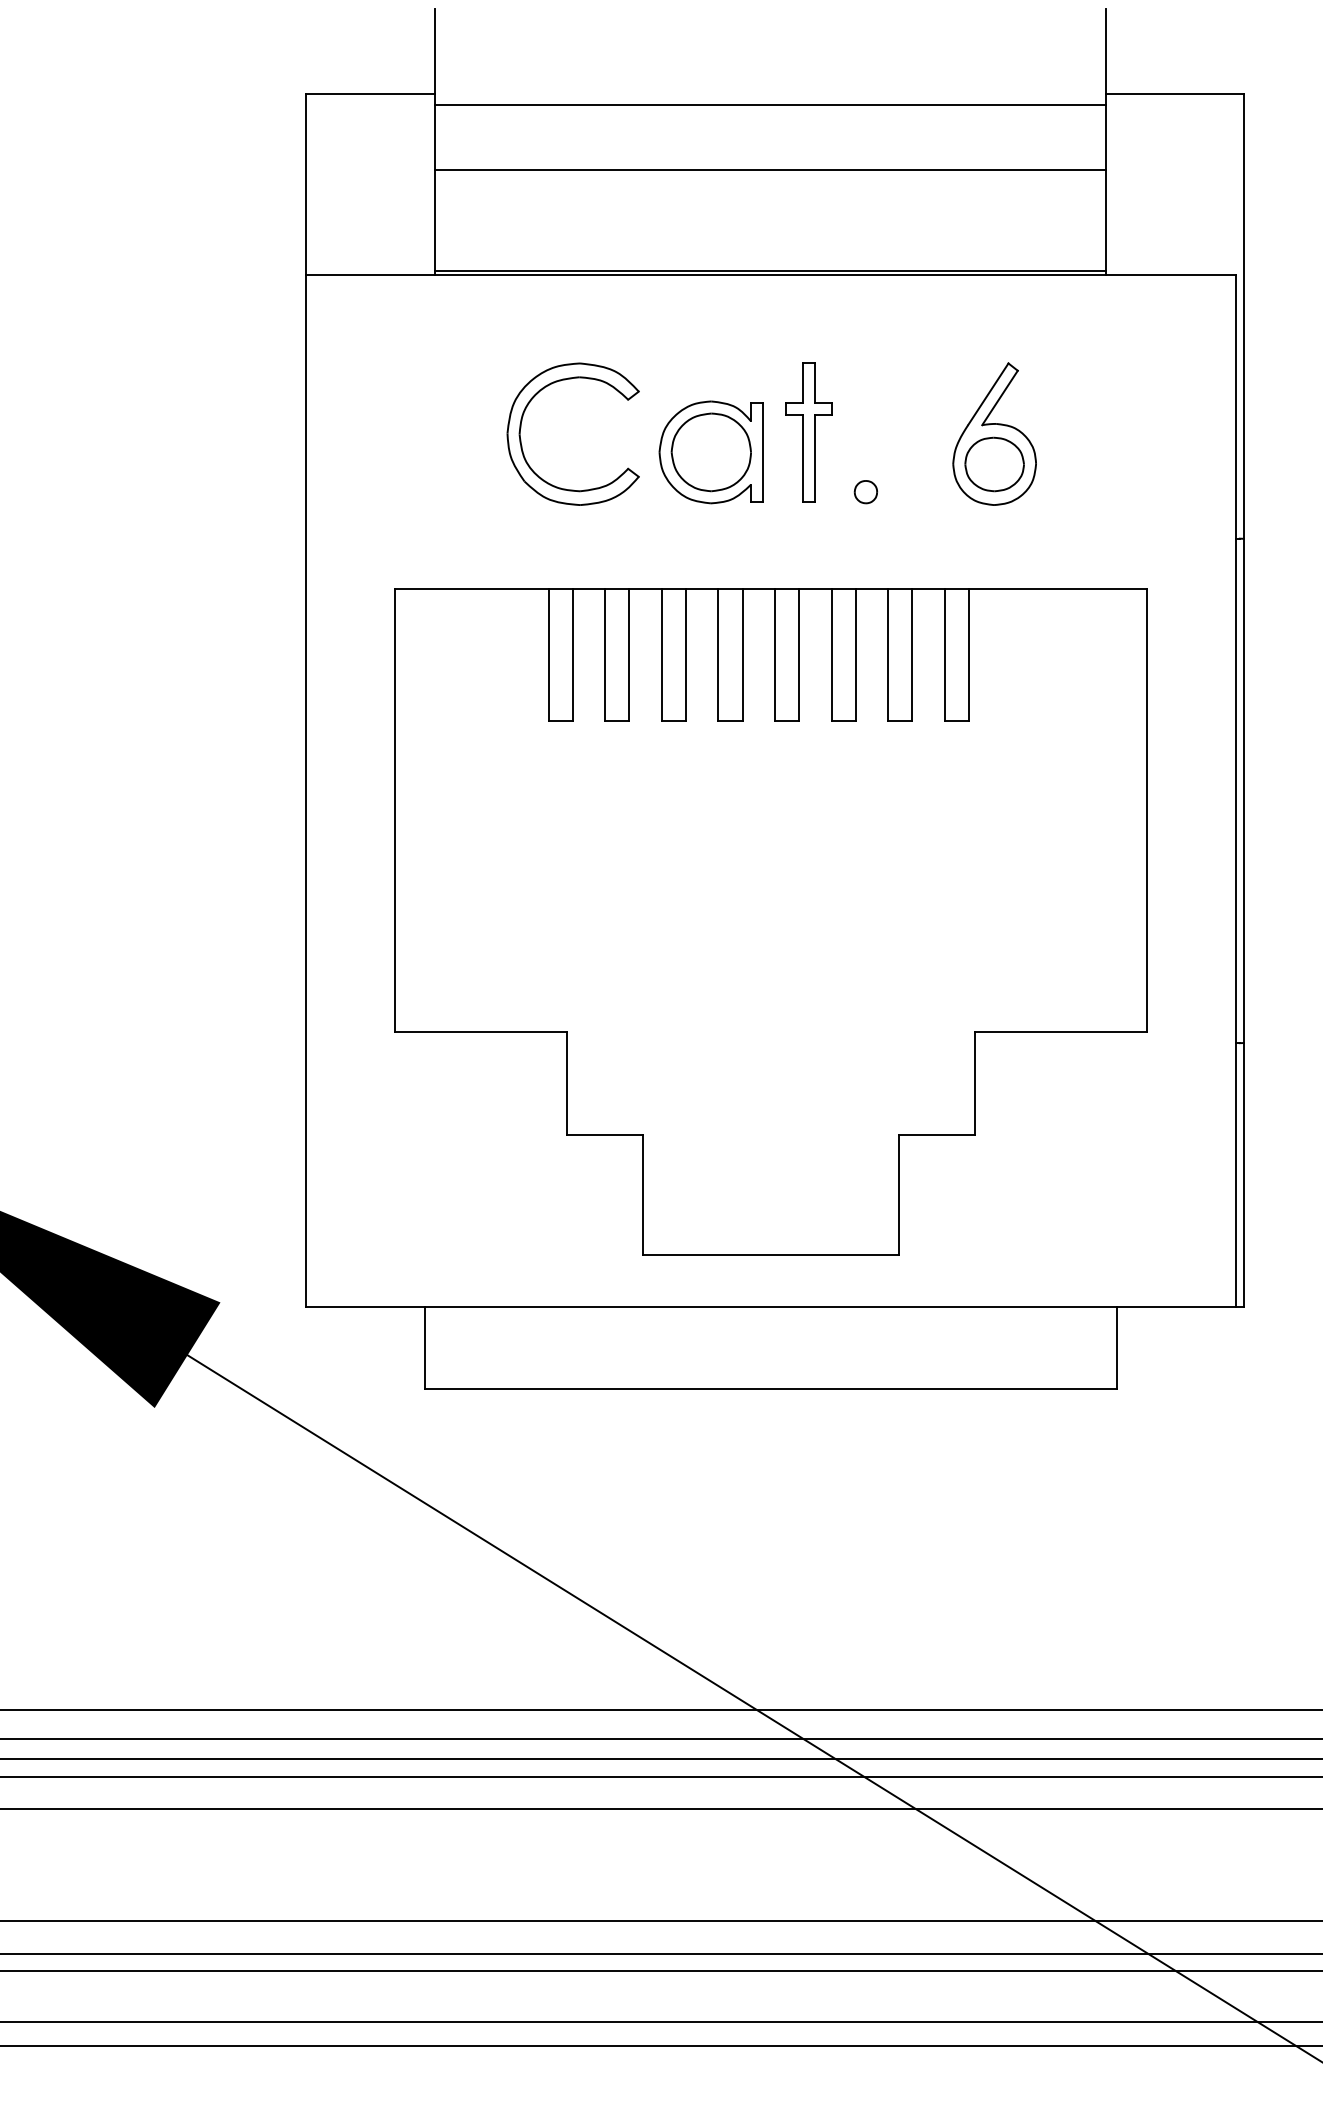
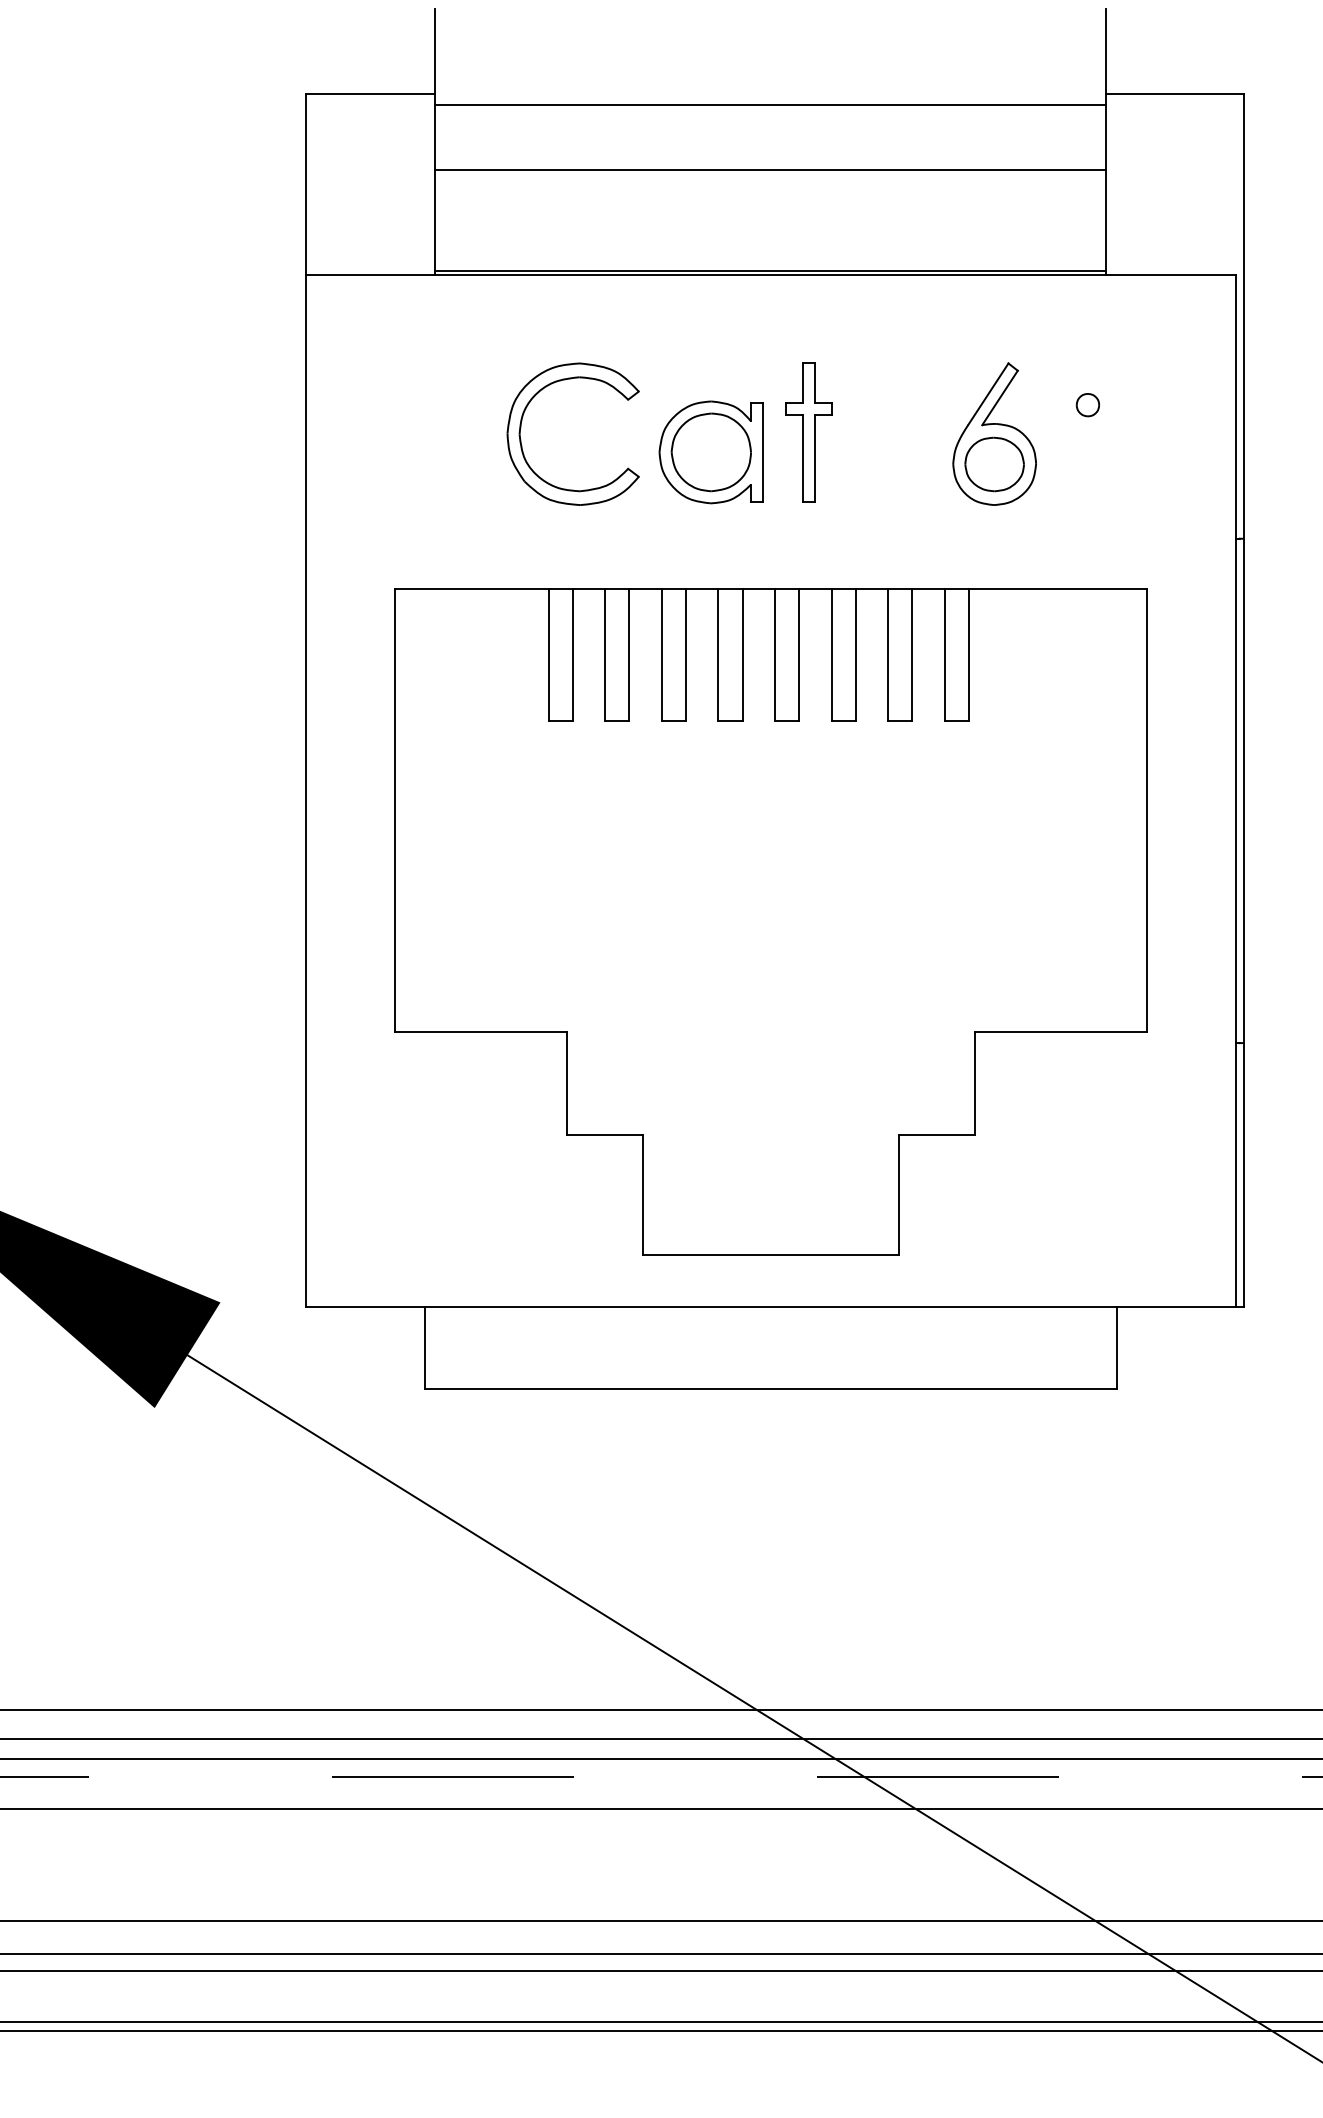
part at (865, 492) position: (865, 492) -> (1087, 405)
line at (661, 1777): solid -> dashed
line at (660, 2046) position: (660, 2046) -> (660, 2031)
